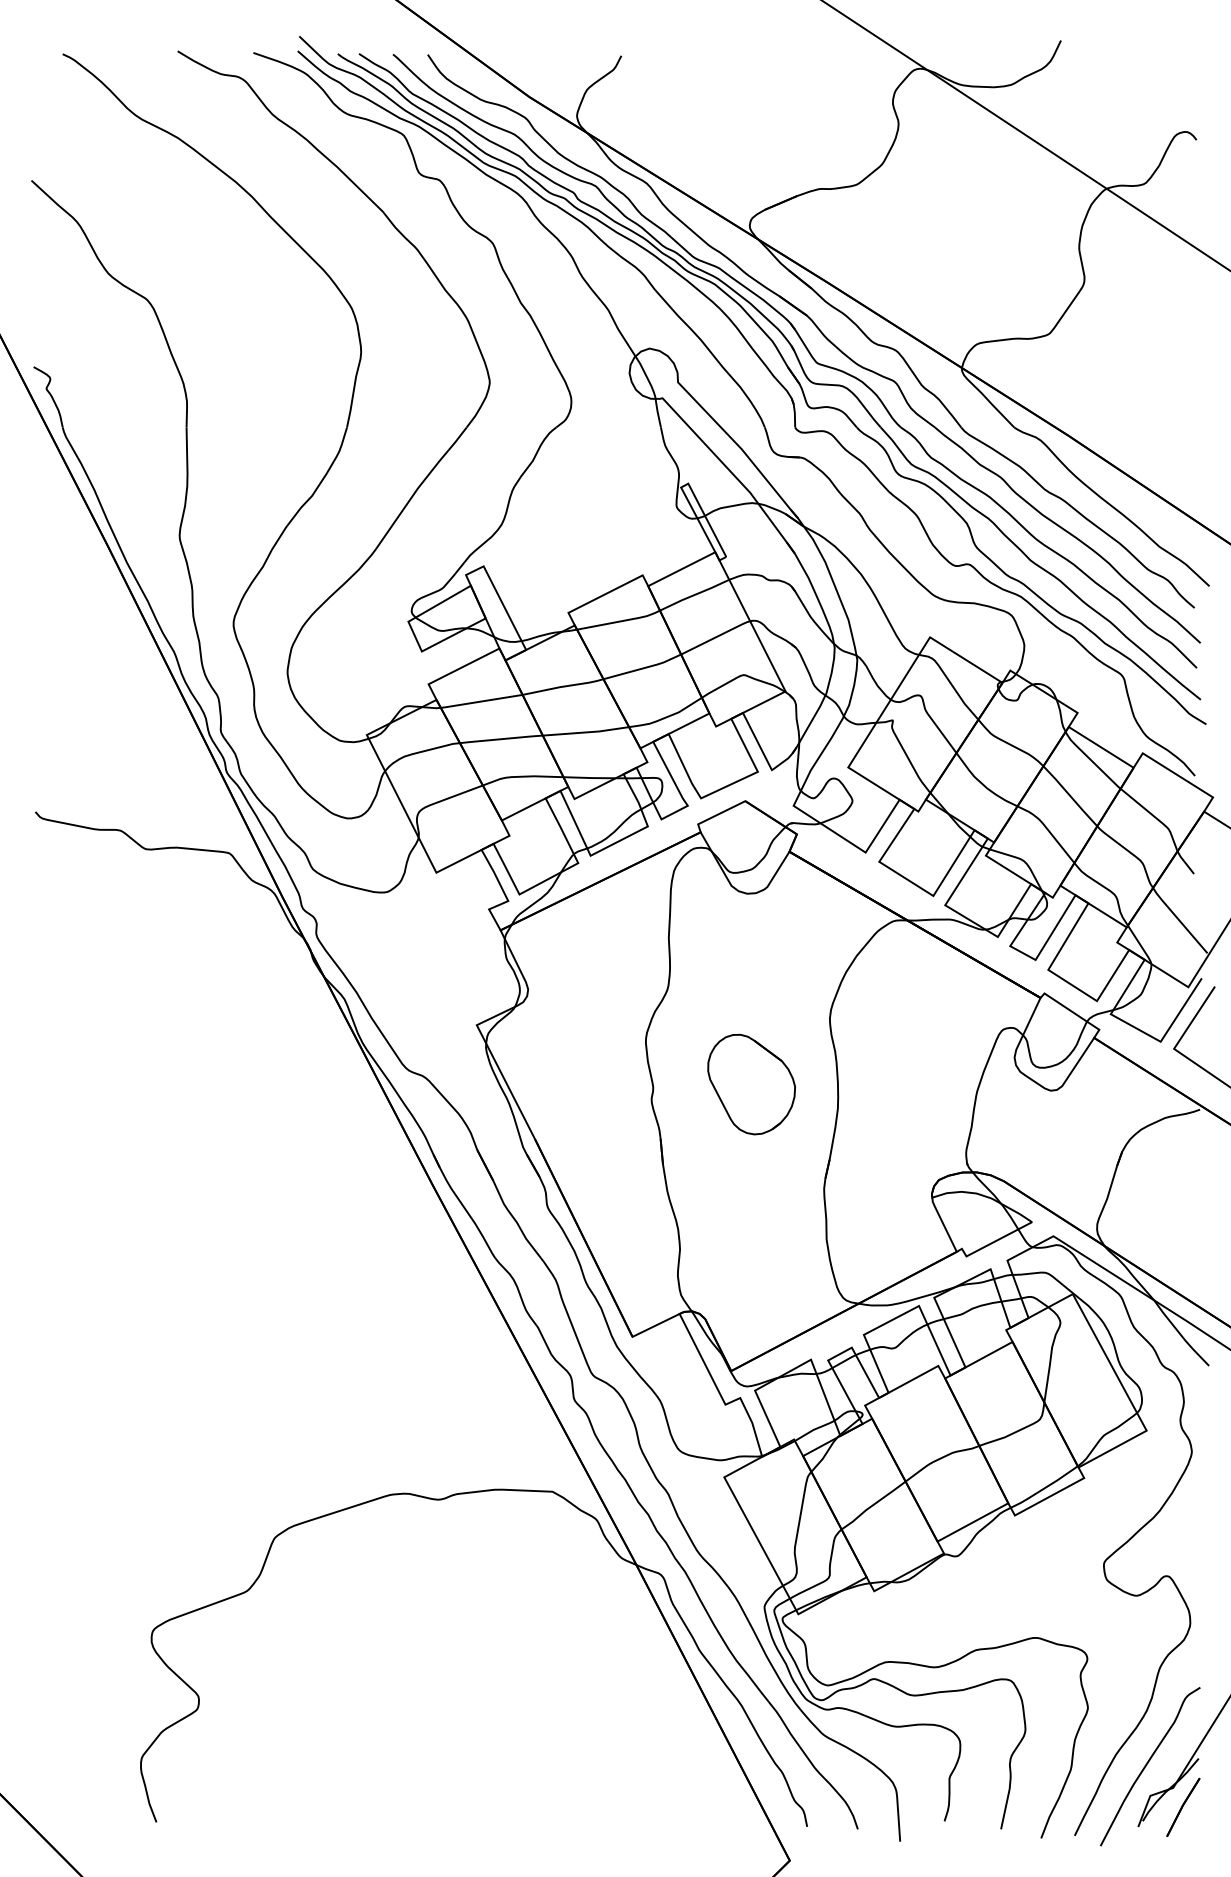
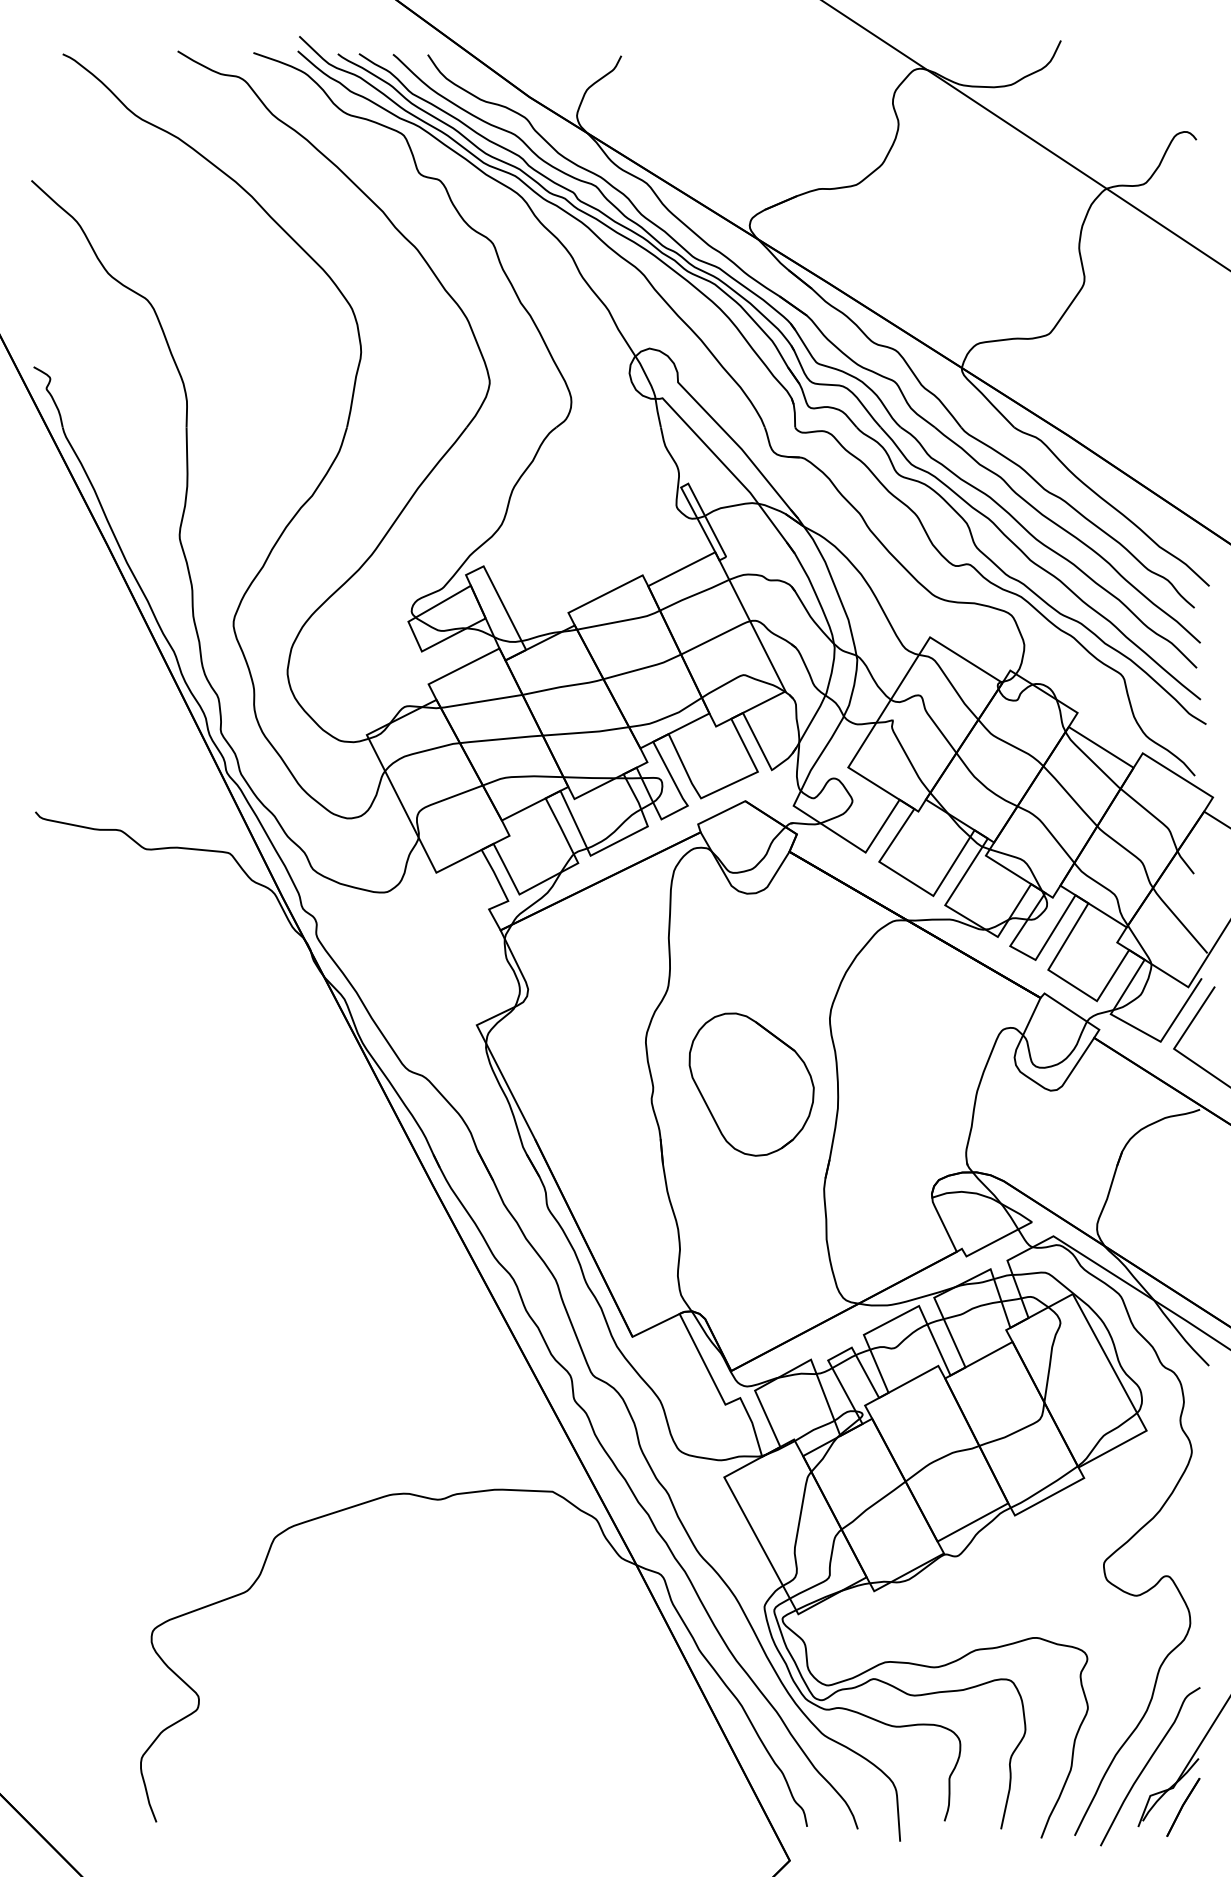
part at (751, 1084) size: 89x103 px -> 127x145 px
